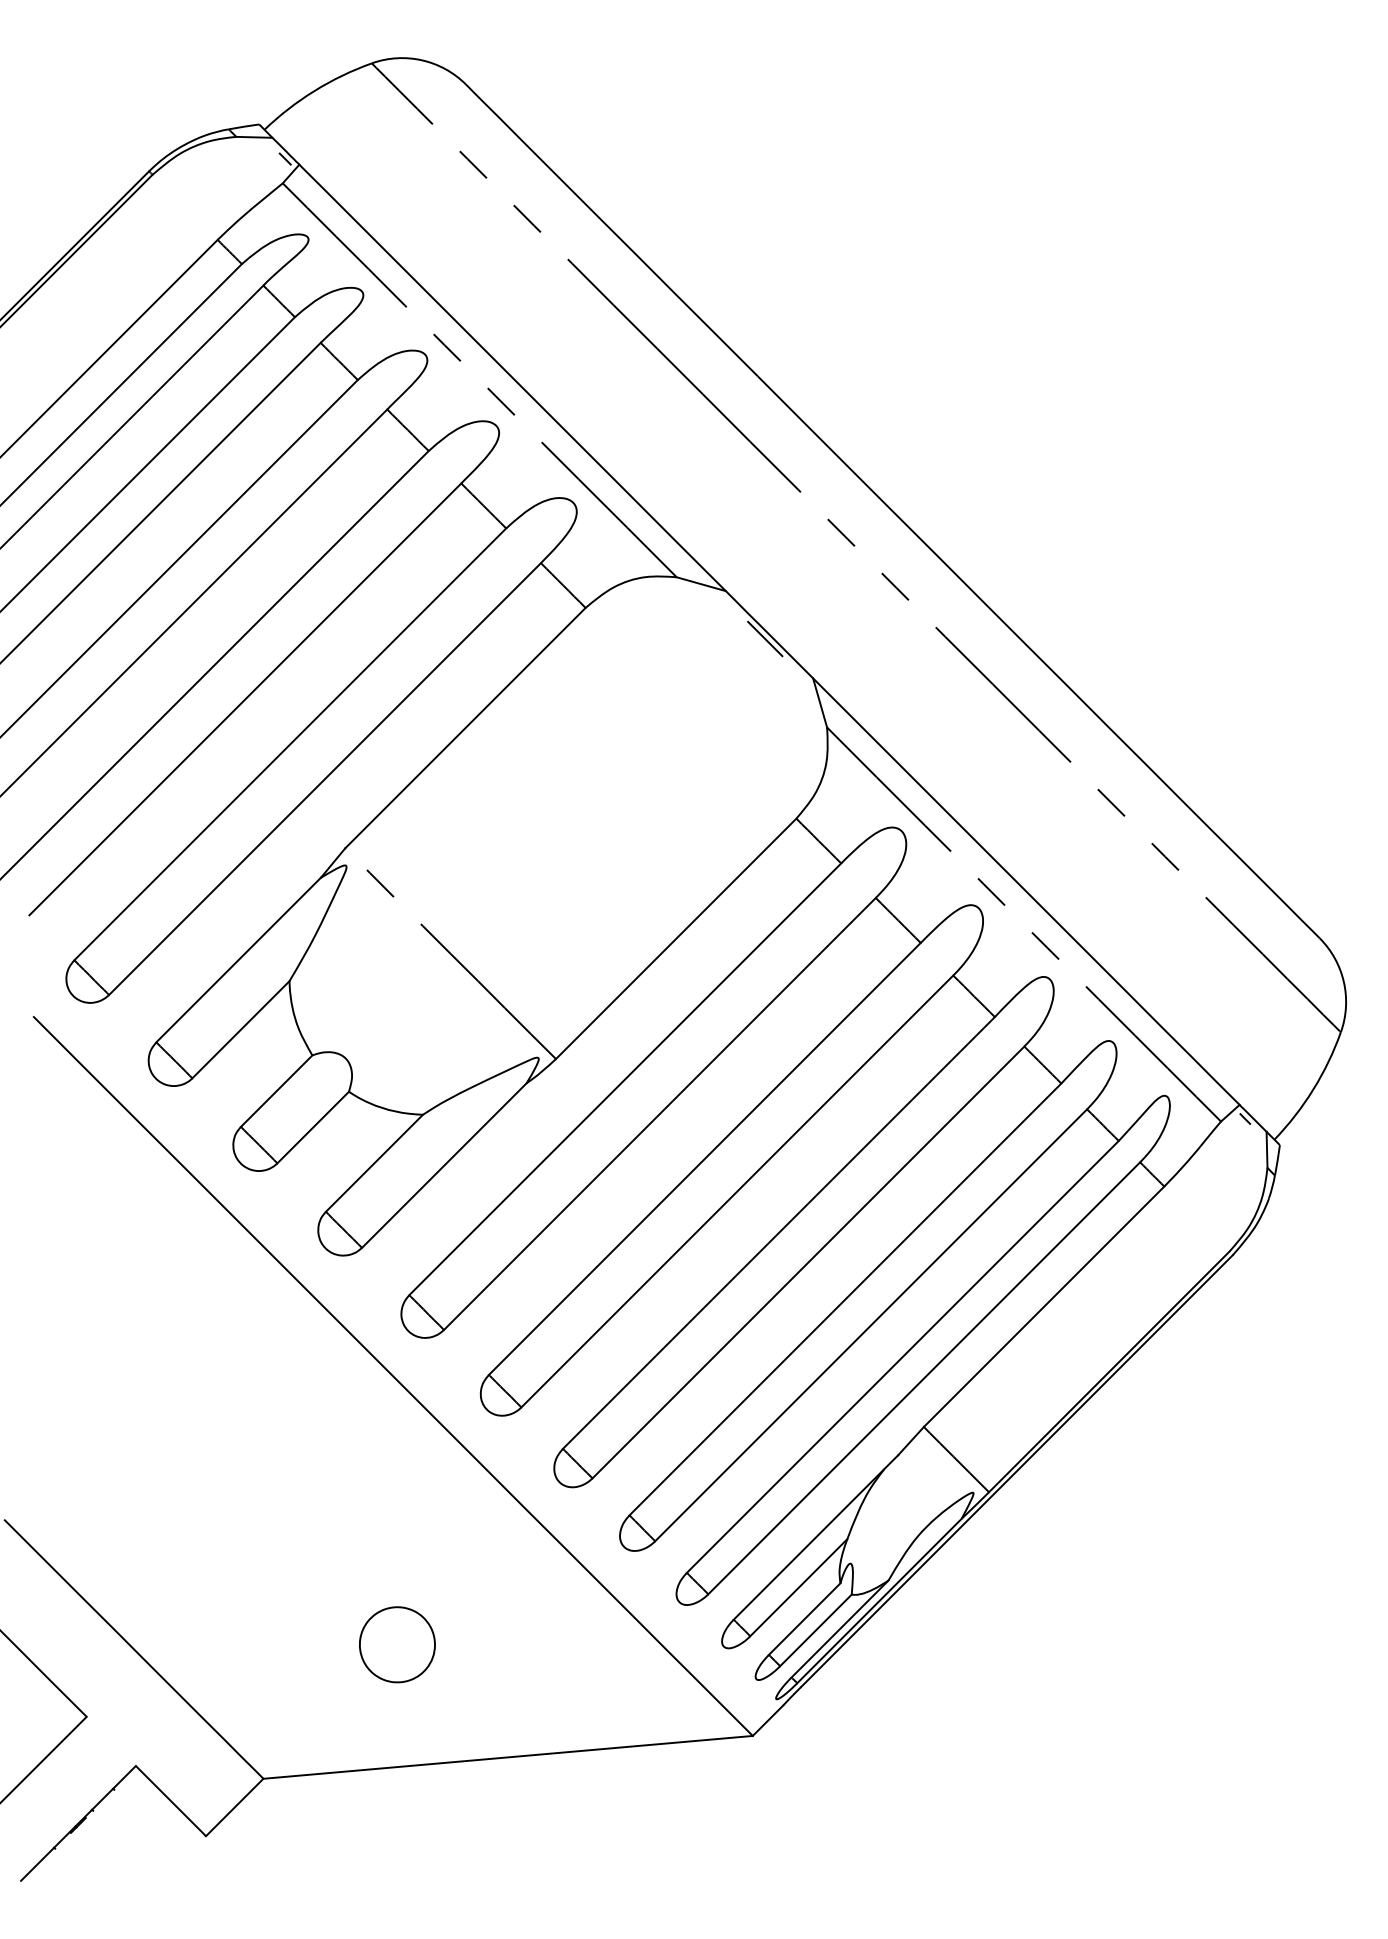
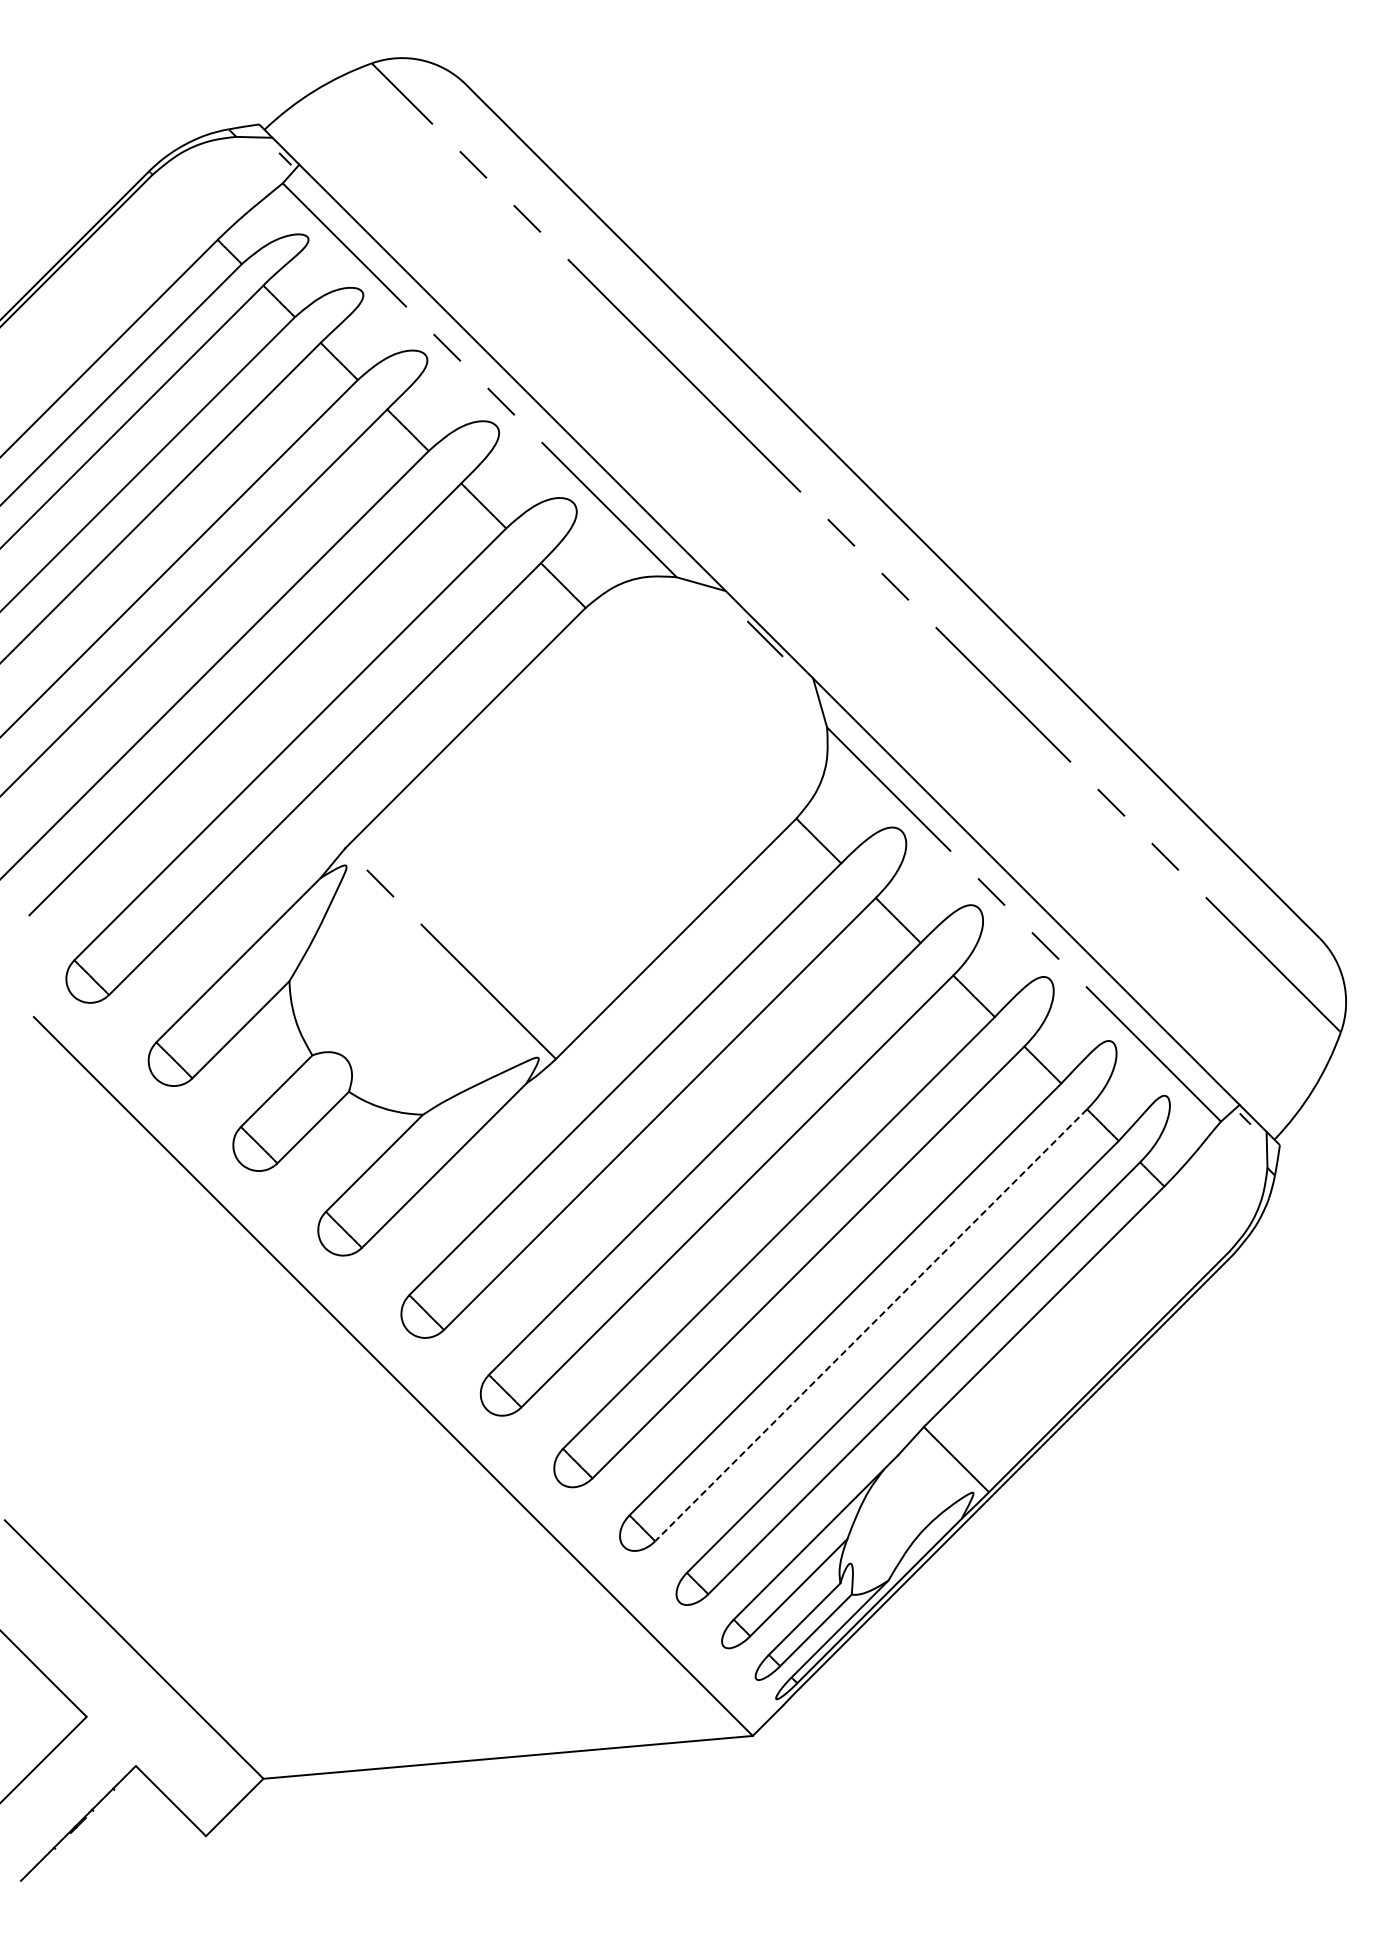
line at (870, 1325): solid -> dashed
part at (397, 1644): present -> none
